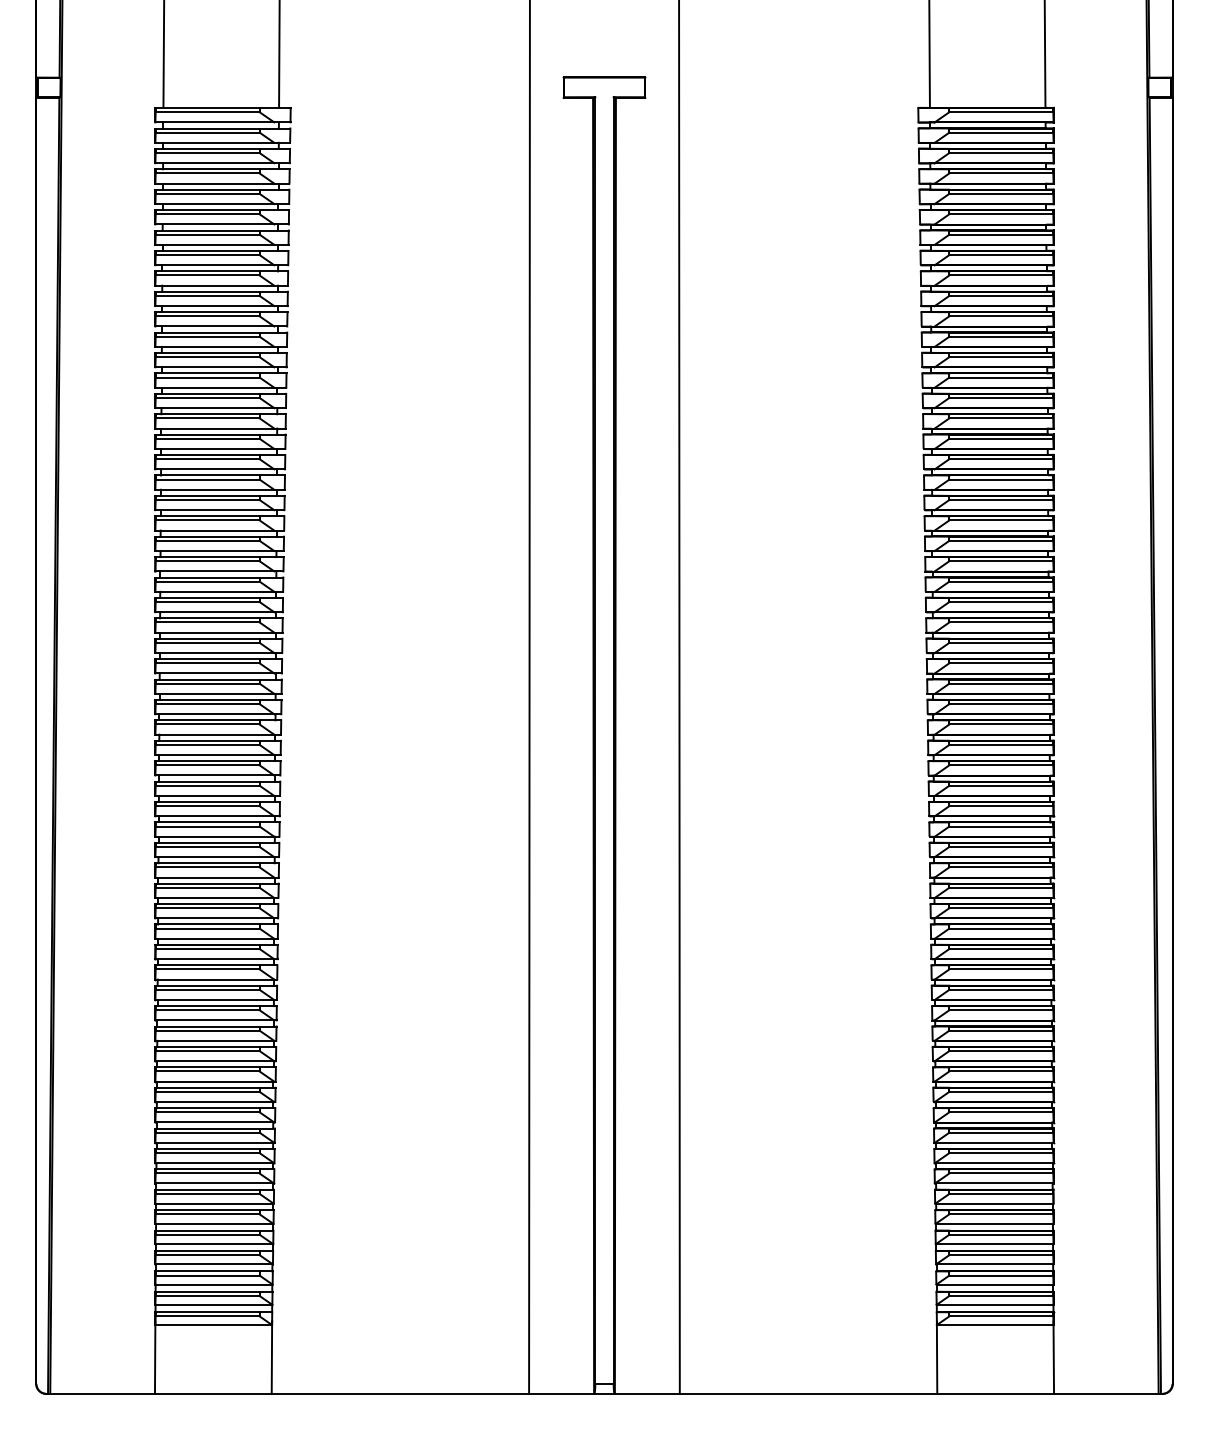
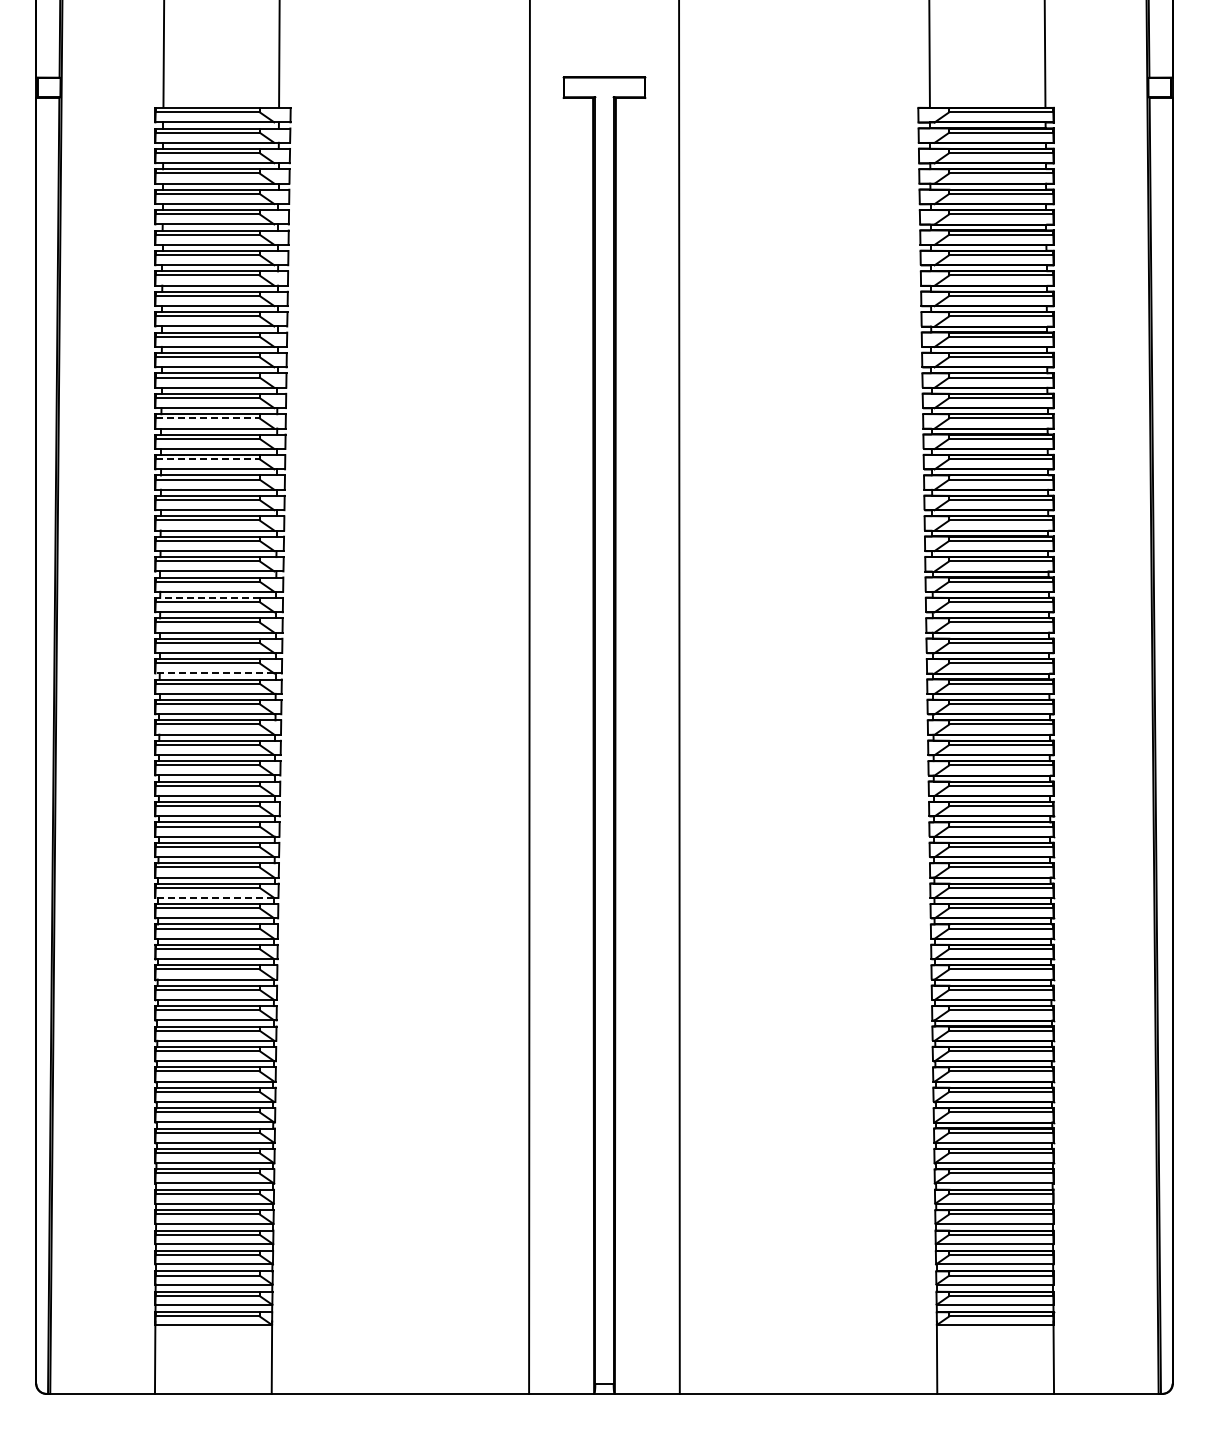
line at (207, 418): solid -> dashed
line at (207, 459): solid -> dashed
line at (207, 597): solid -> dashed
line at (214, 673): solid -> dashed
line at (214, 897): solid -> dashed
